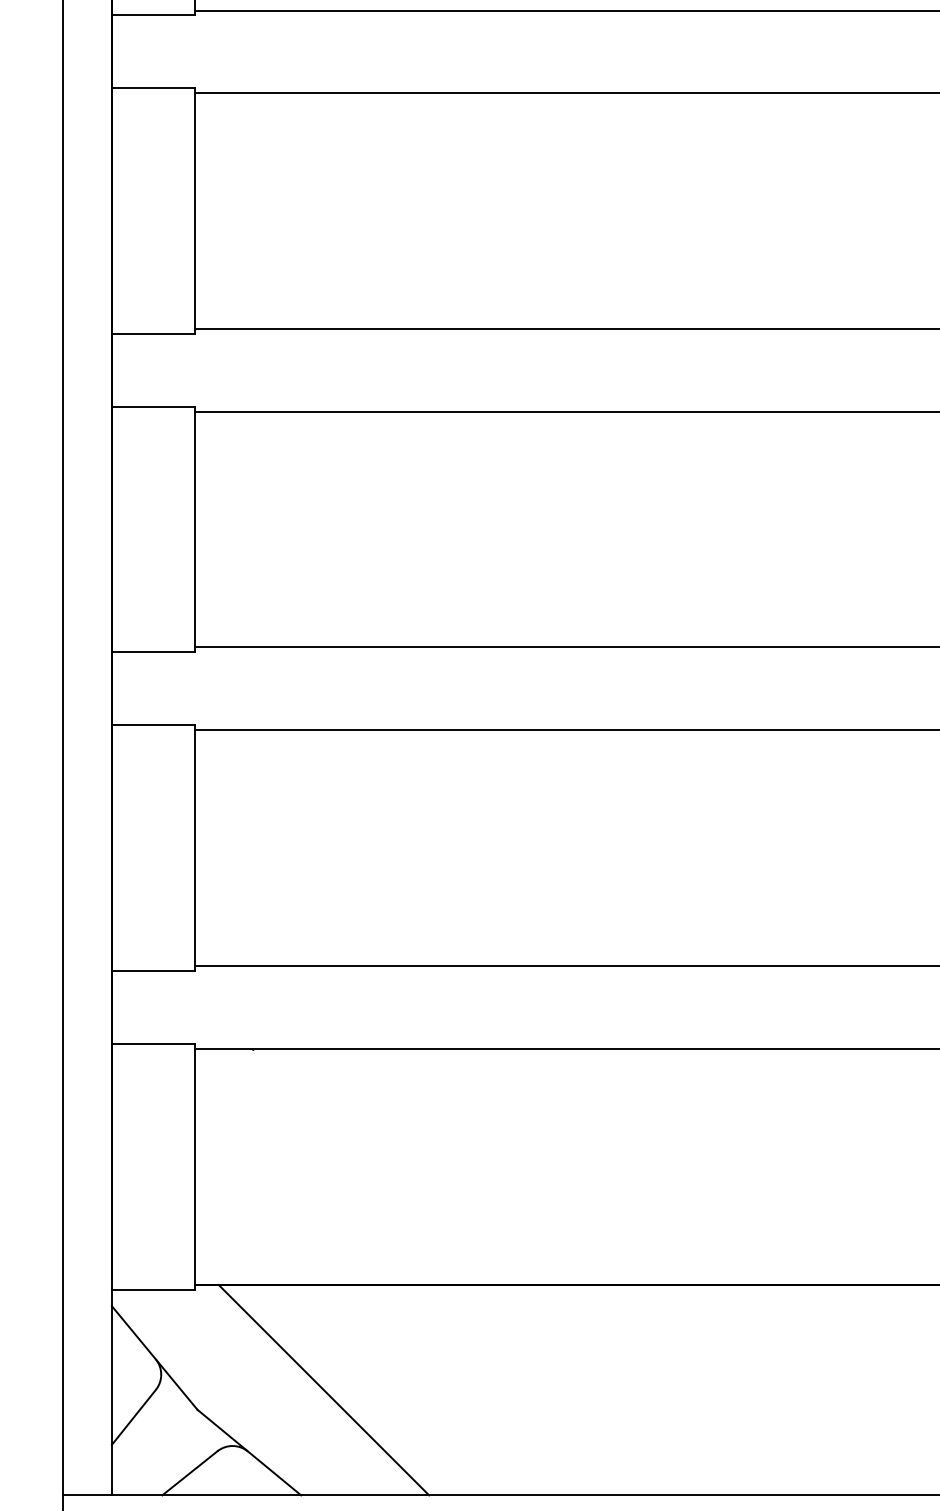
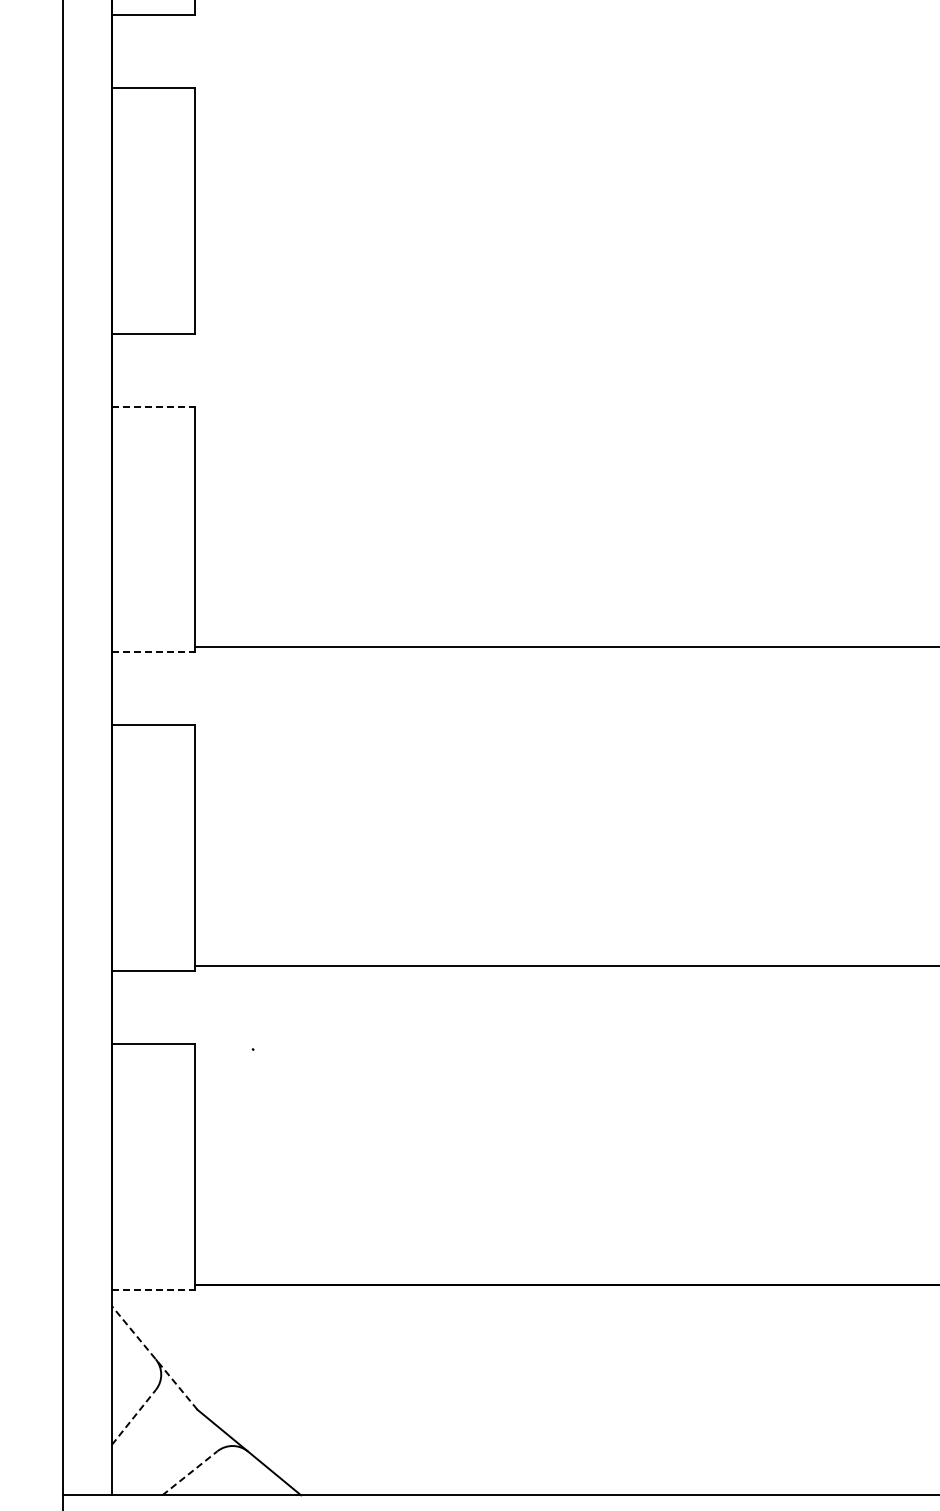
line at (565, 10): present -> none
line at (565, 93): present -> none
line at (565, 329): present -> none
line at (153, 406): solid -> dashed
line at (565, 411): present -> none
line at (153, 652): solid -> dashed
line at (565, 730): present -> none
line at (565, 1049): present -> none
line at (153, 1289): solid -> dashed
line at (154, 1357): solid -> dashed
line at (323, 1390): present -> none
line at (134, 1416): solid -> dashed
line at (190, 1473): solid -> dashed
